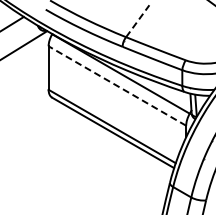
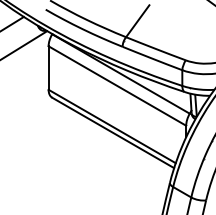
line at (137, 21): dashed -> solid
line at (116, 85): dashed -> solid
